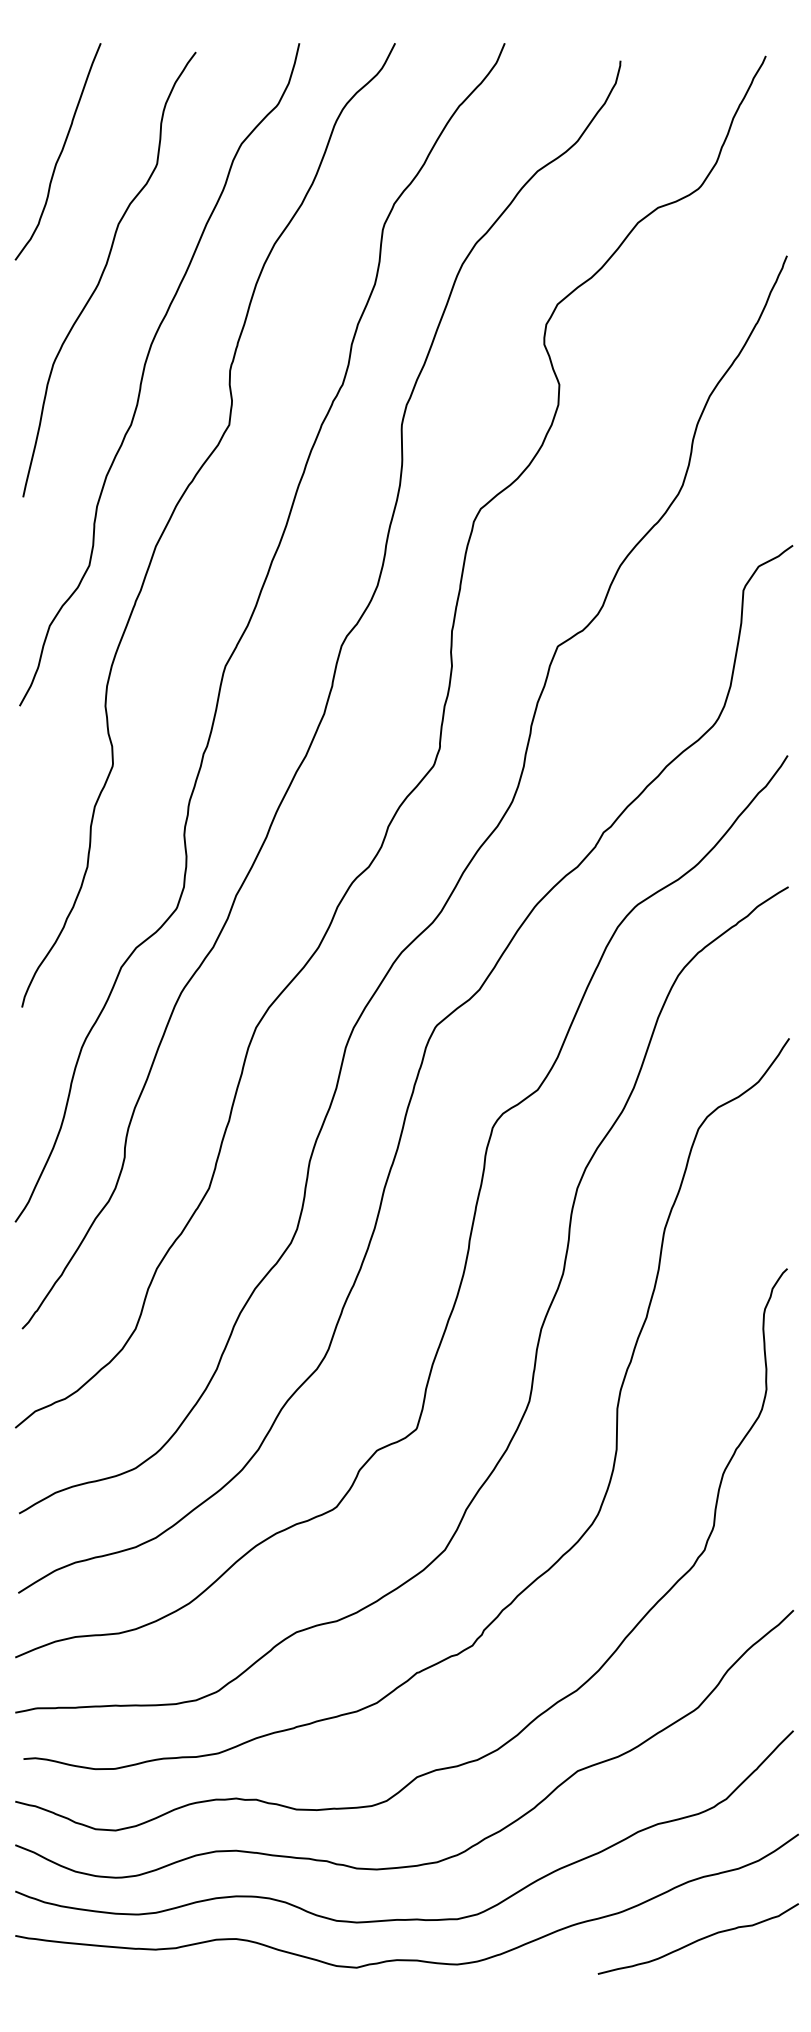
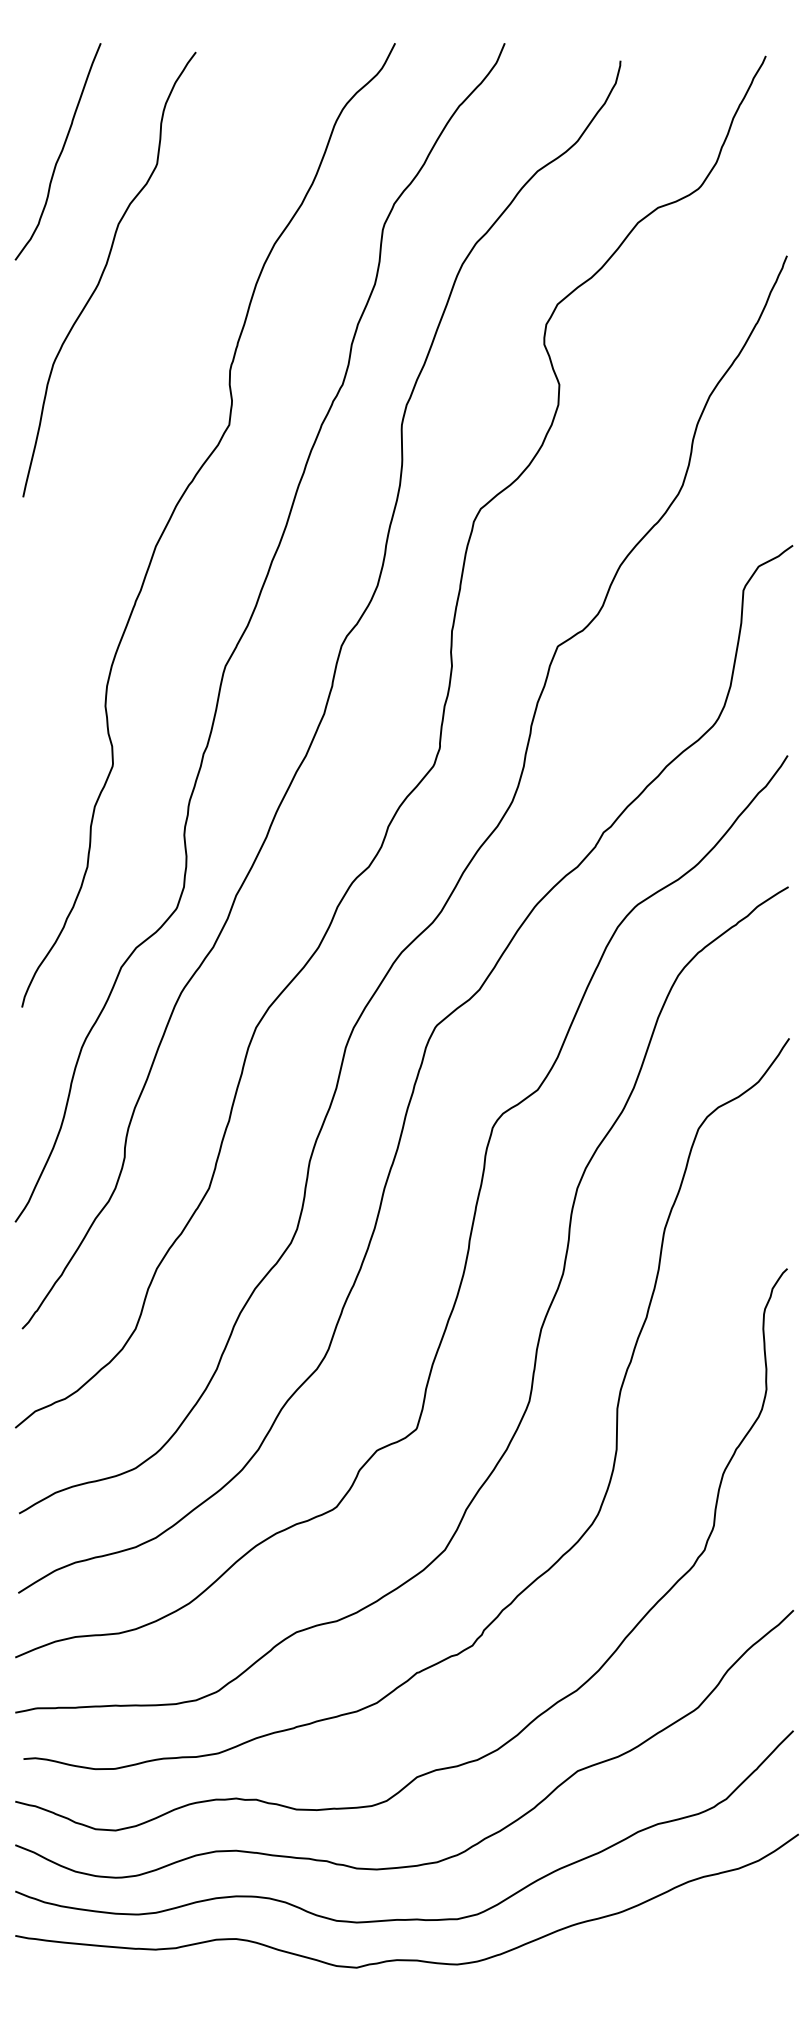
curve at (144, 372): present -> none
curve at (697, 1939): present -> none
